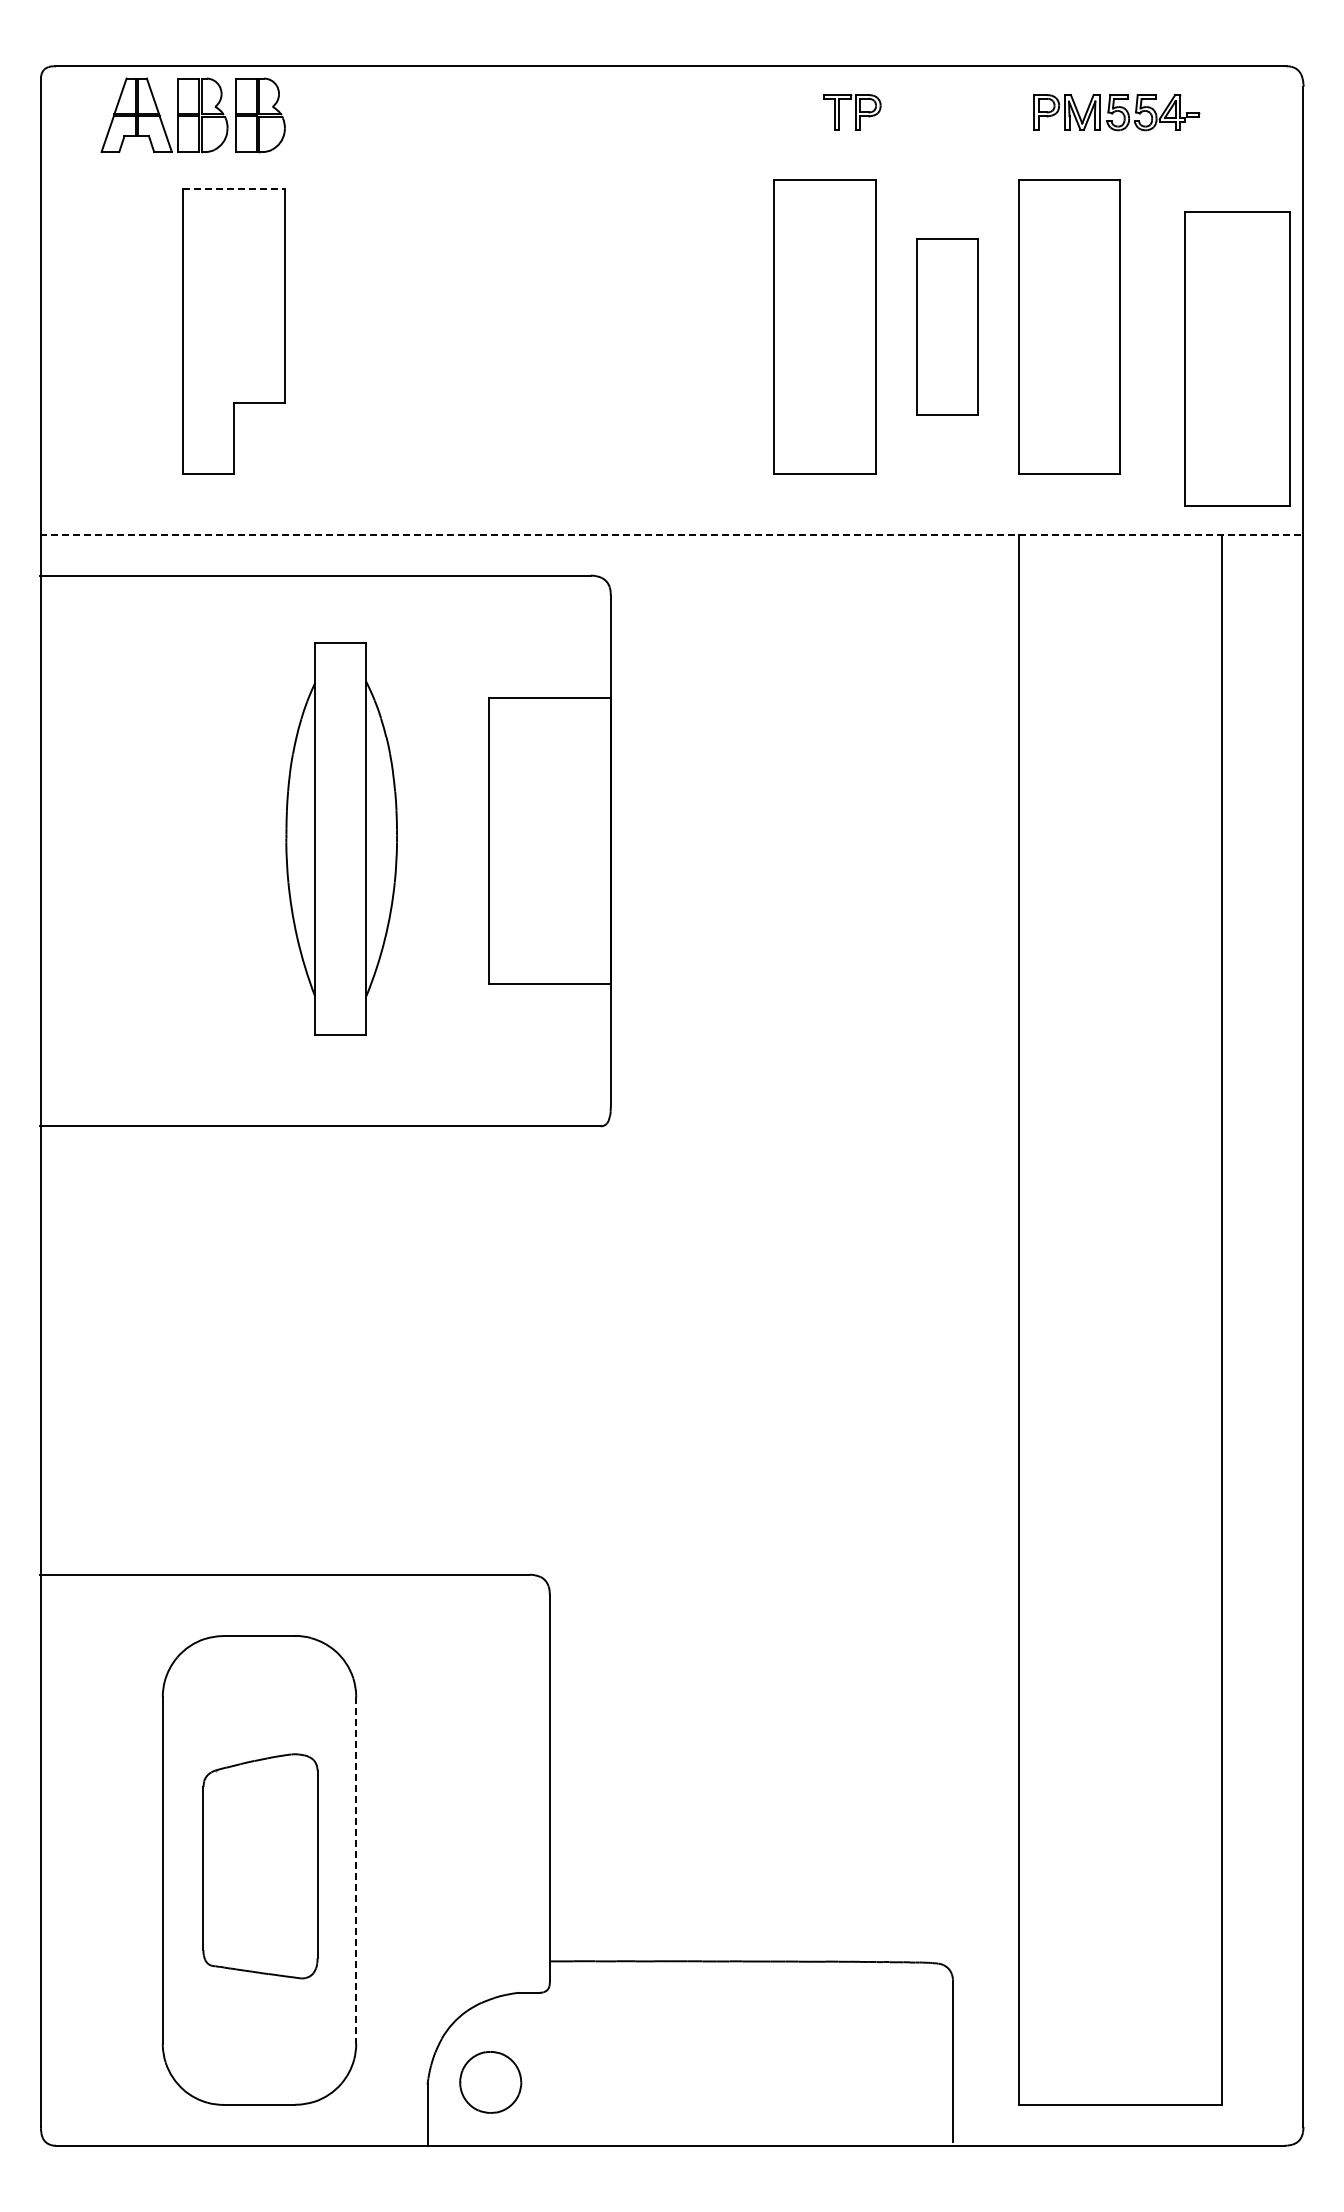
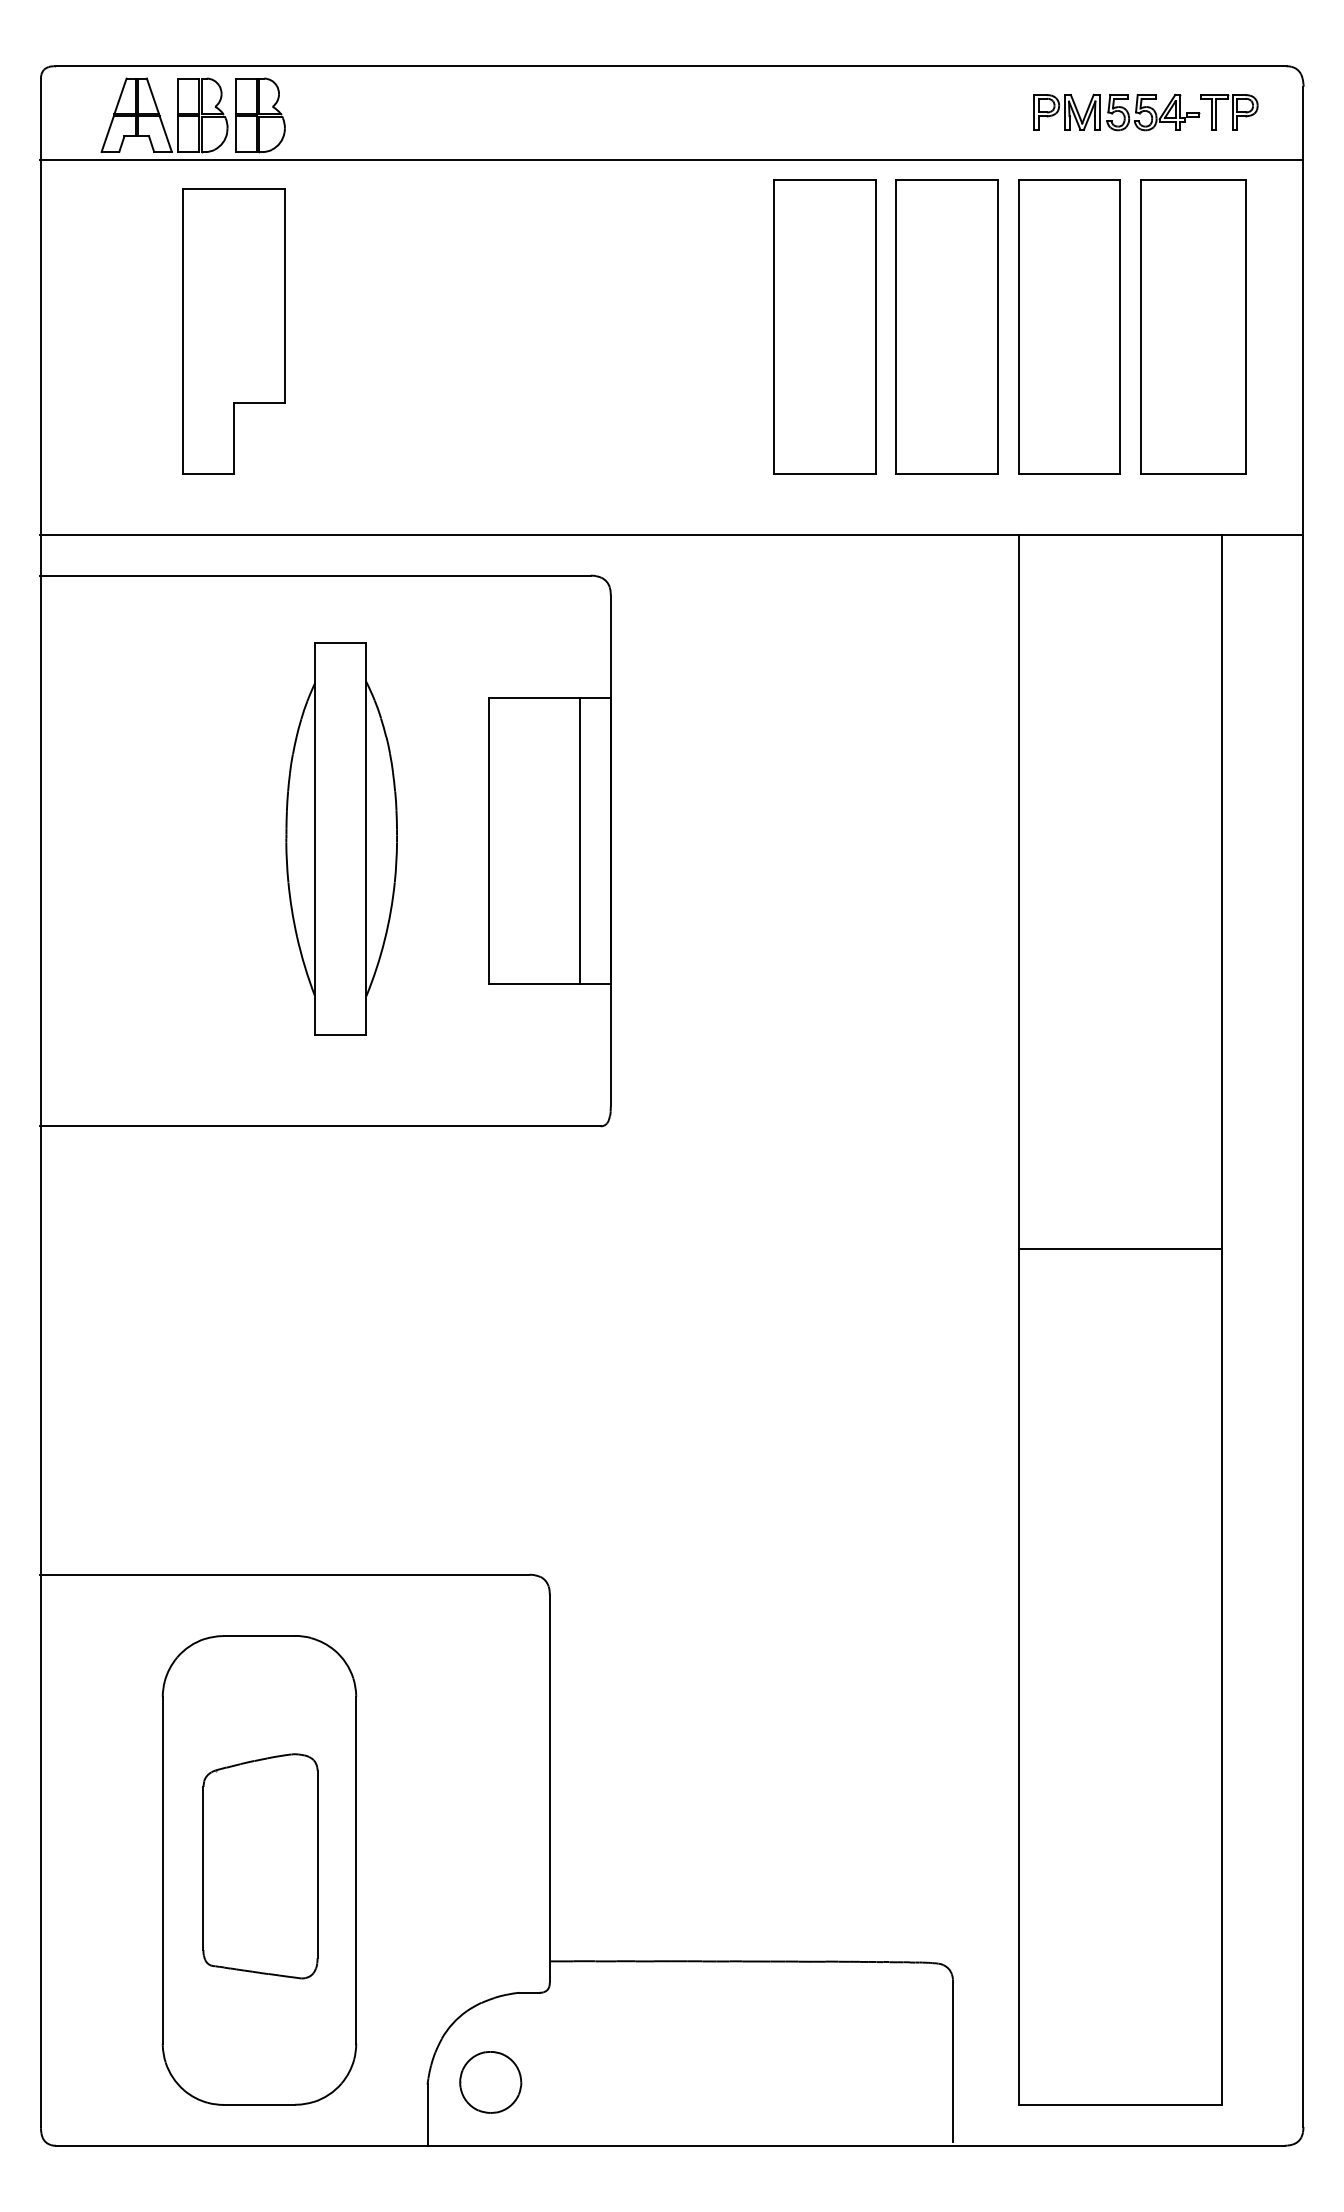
part at (852, 112) position: (852, 112) -> (1229, 112)
line at (671, 160): none -> present
line at (234, 188): dashed -> solid
part at (947, 326) size: 63x178 px -> 104x296 px
part at (1237, 358) position: (1237, 358) -> (1193, 326)
line at (672, 535): dashed -> solid
line at (580, 840): none -> present
line at (1120, 1248): none -> present
line at (356, 1870): dashed -> solid
